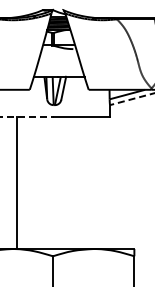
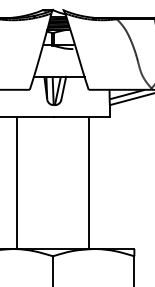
line at (131, 99): dashed -> solid
line at (27, 117): dashed -> solid
line at (88, 183): none -> present
